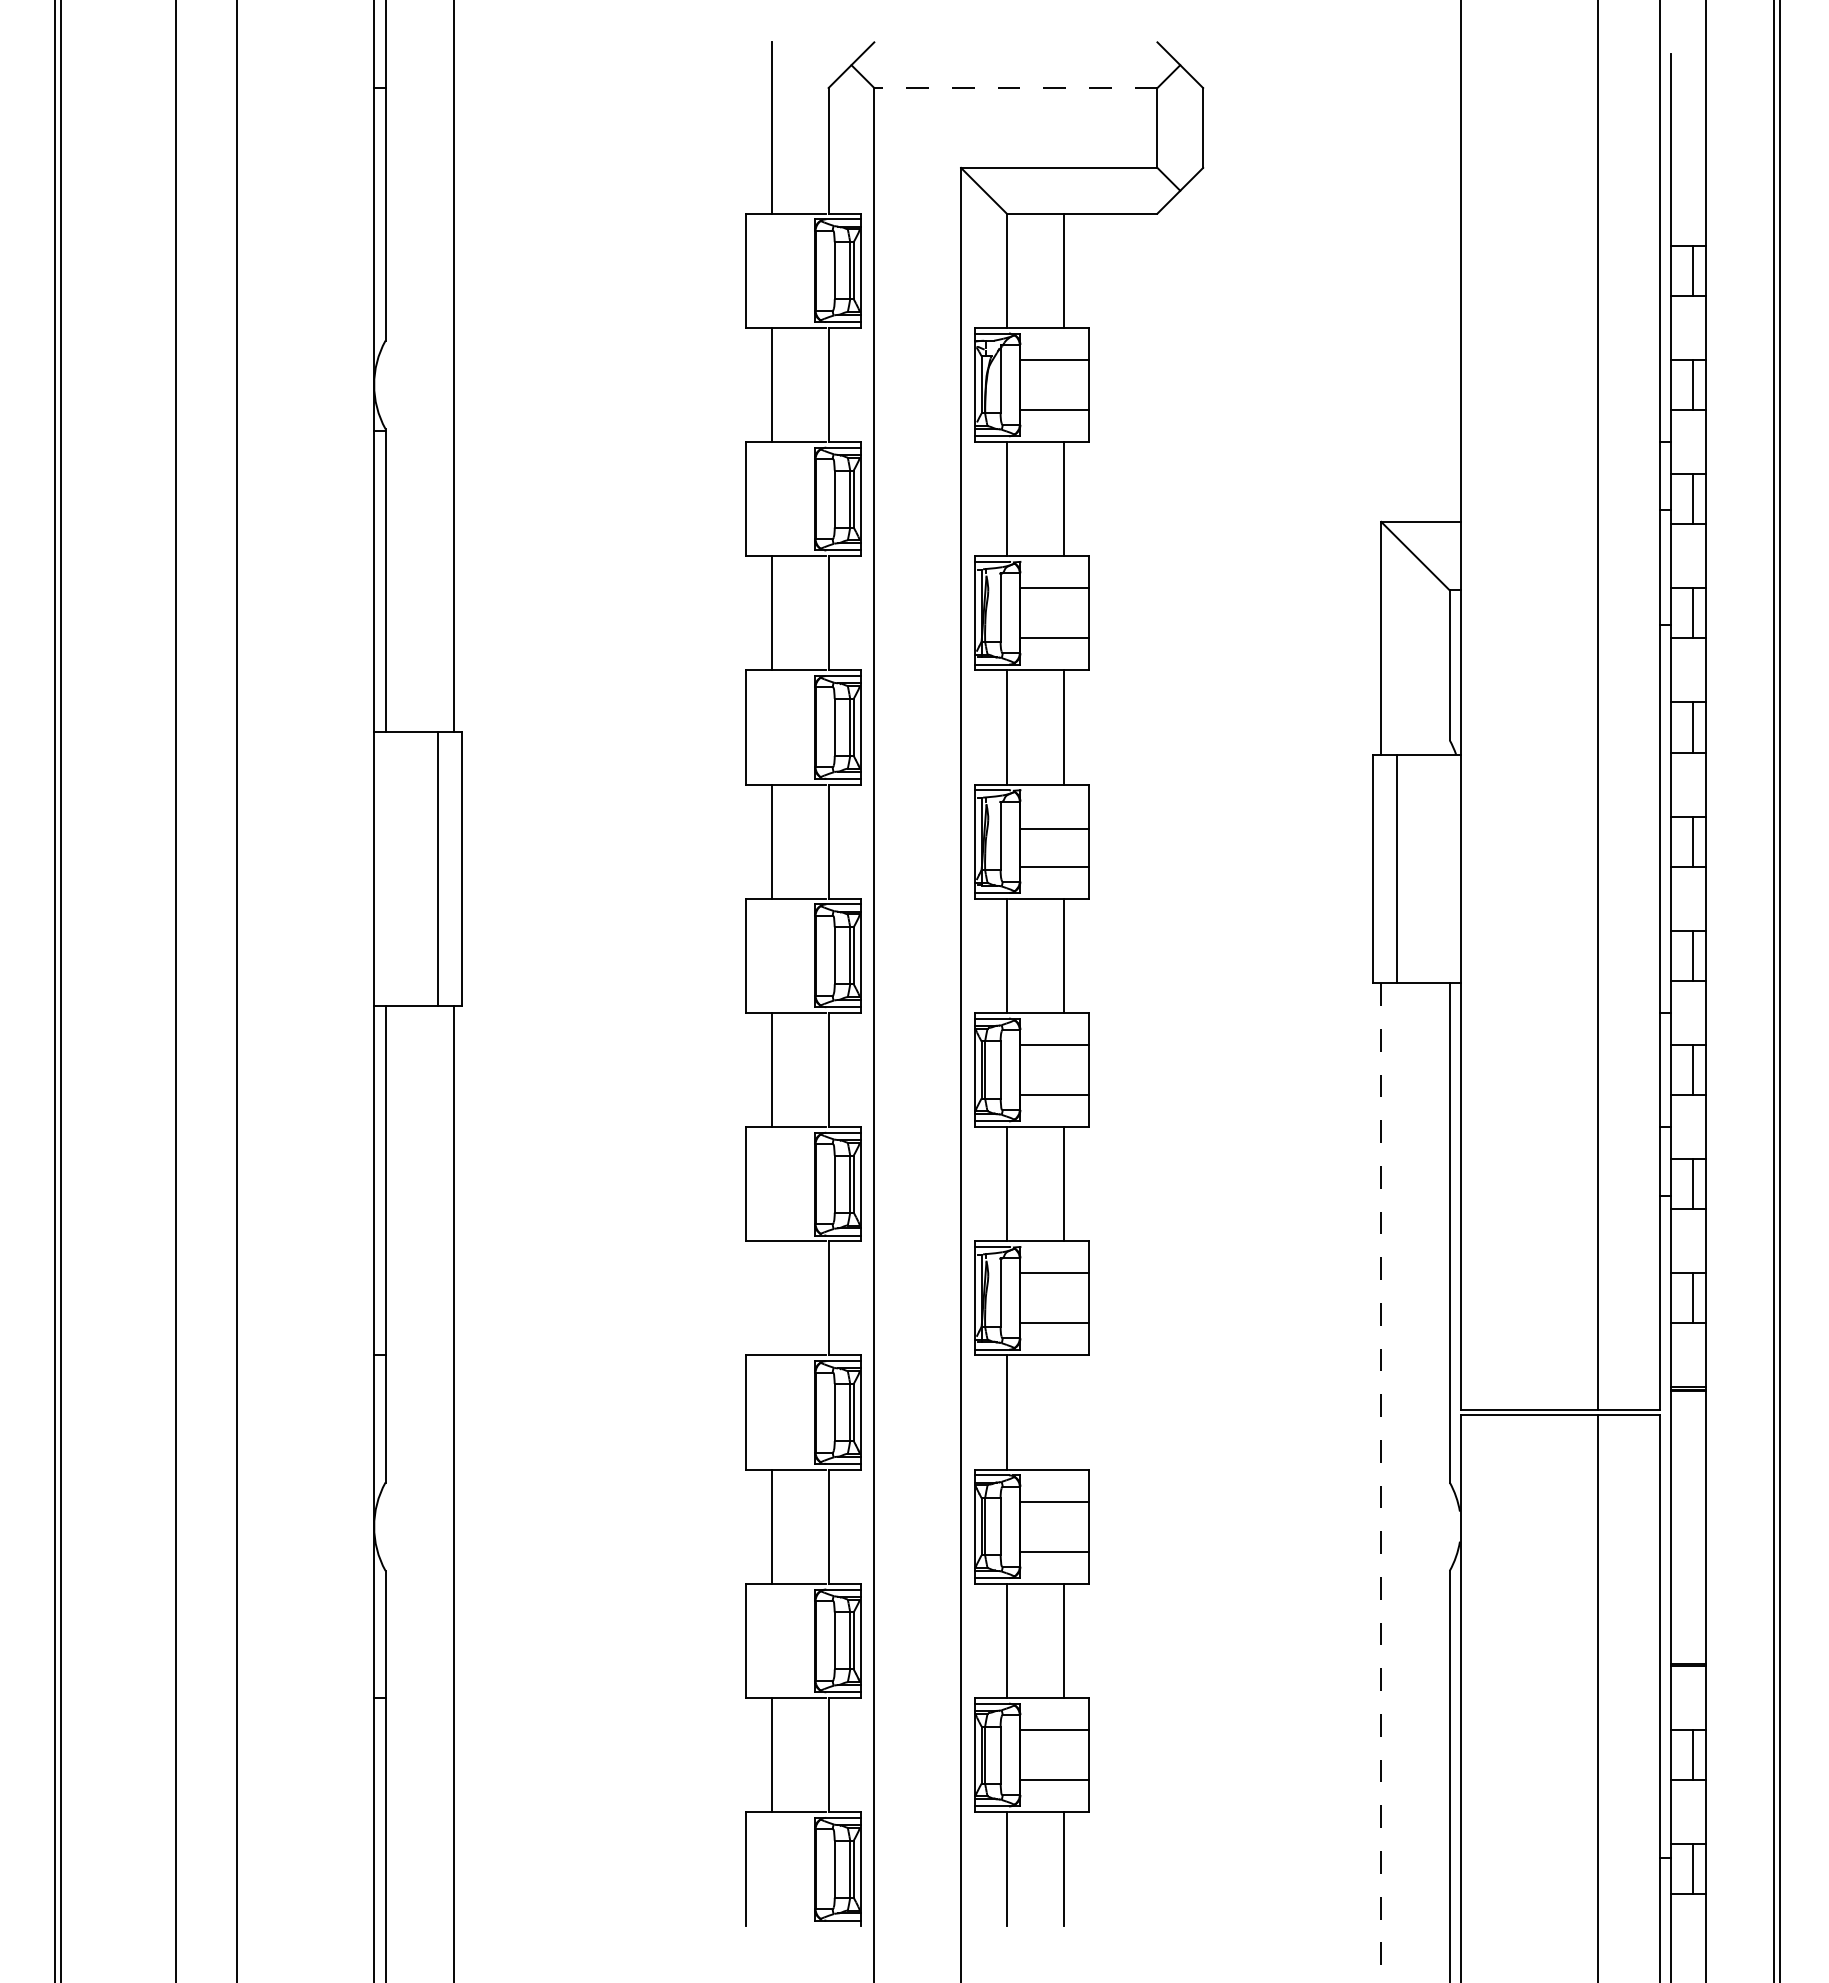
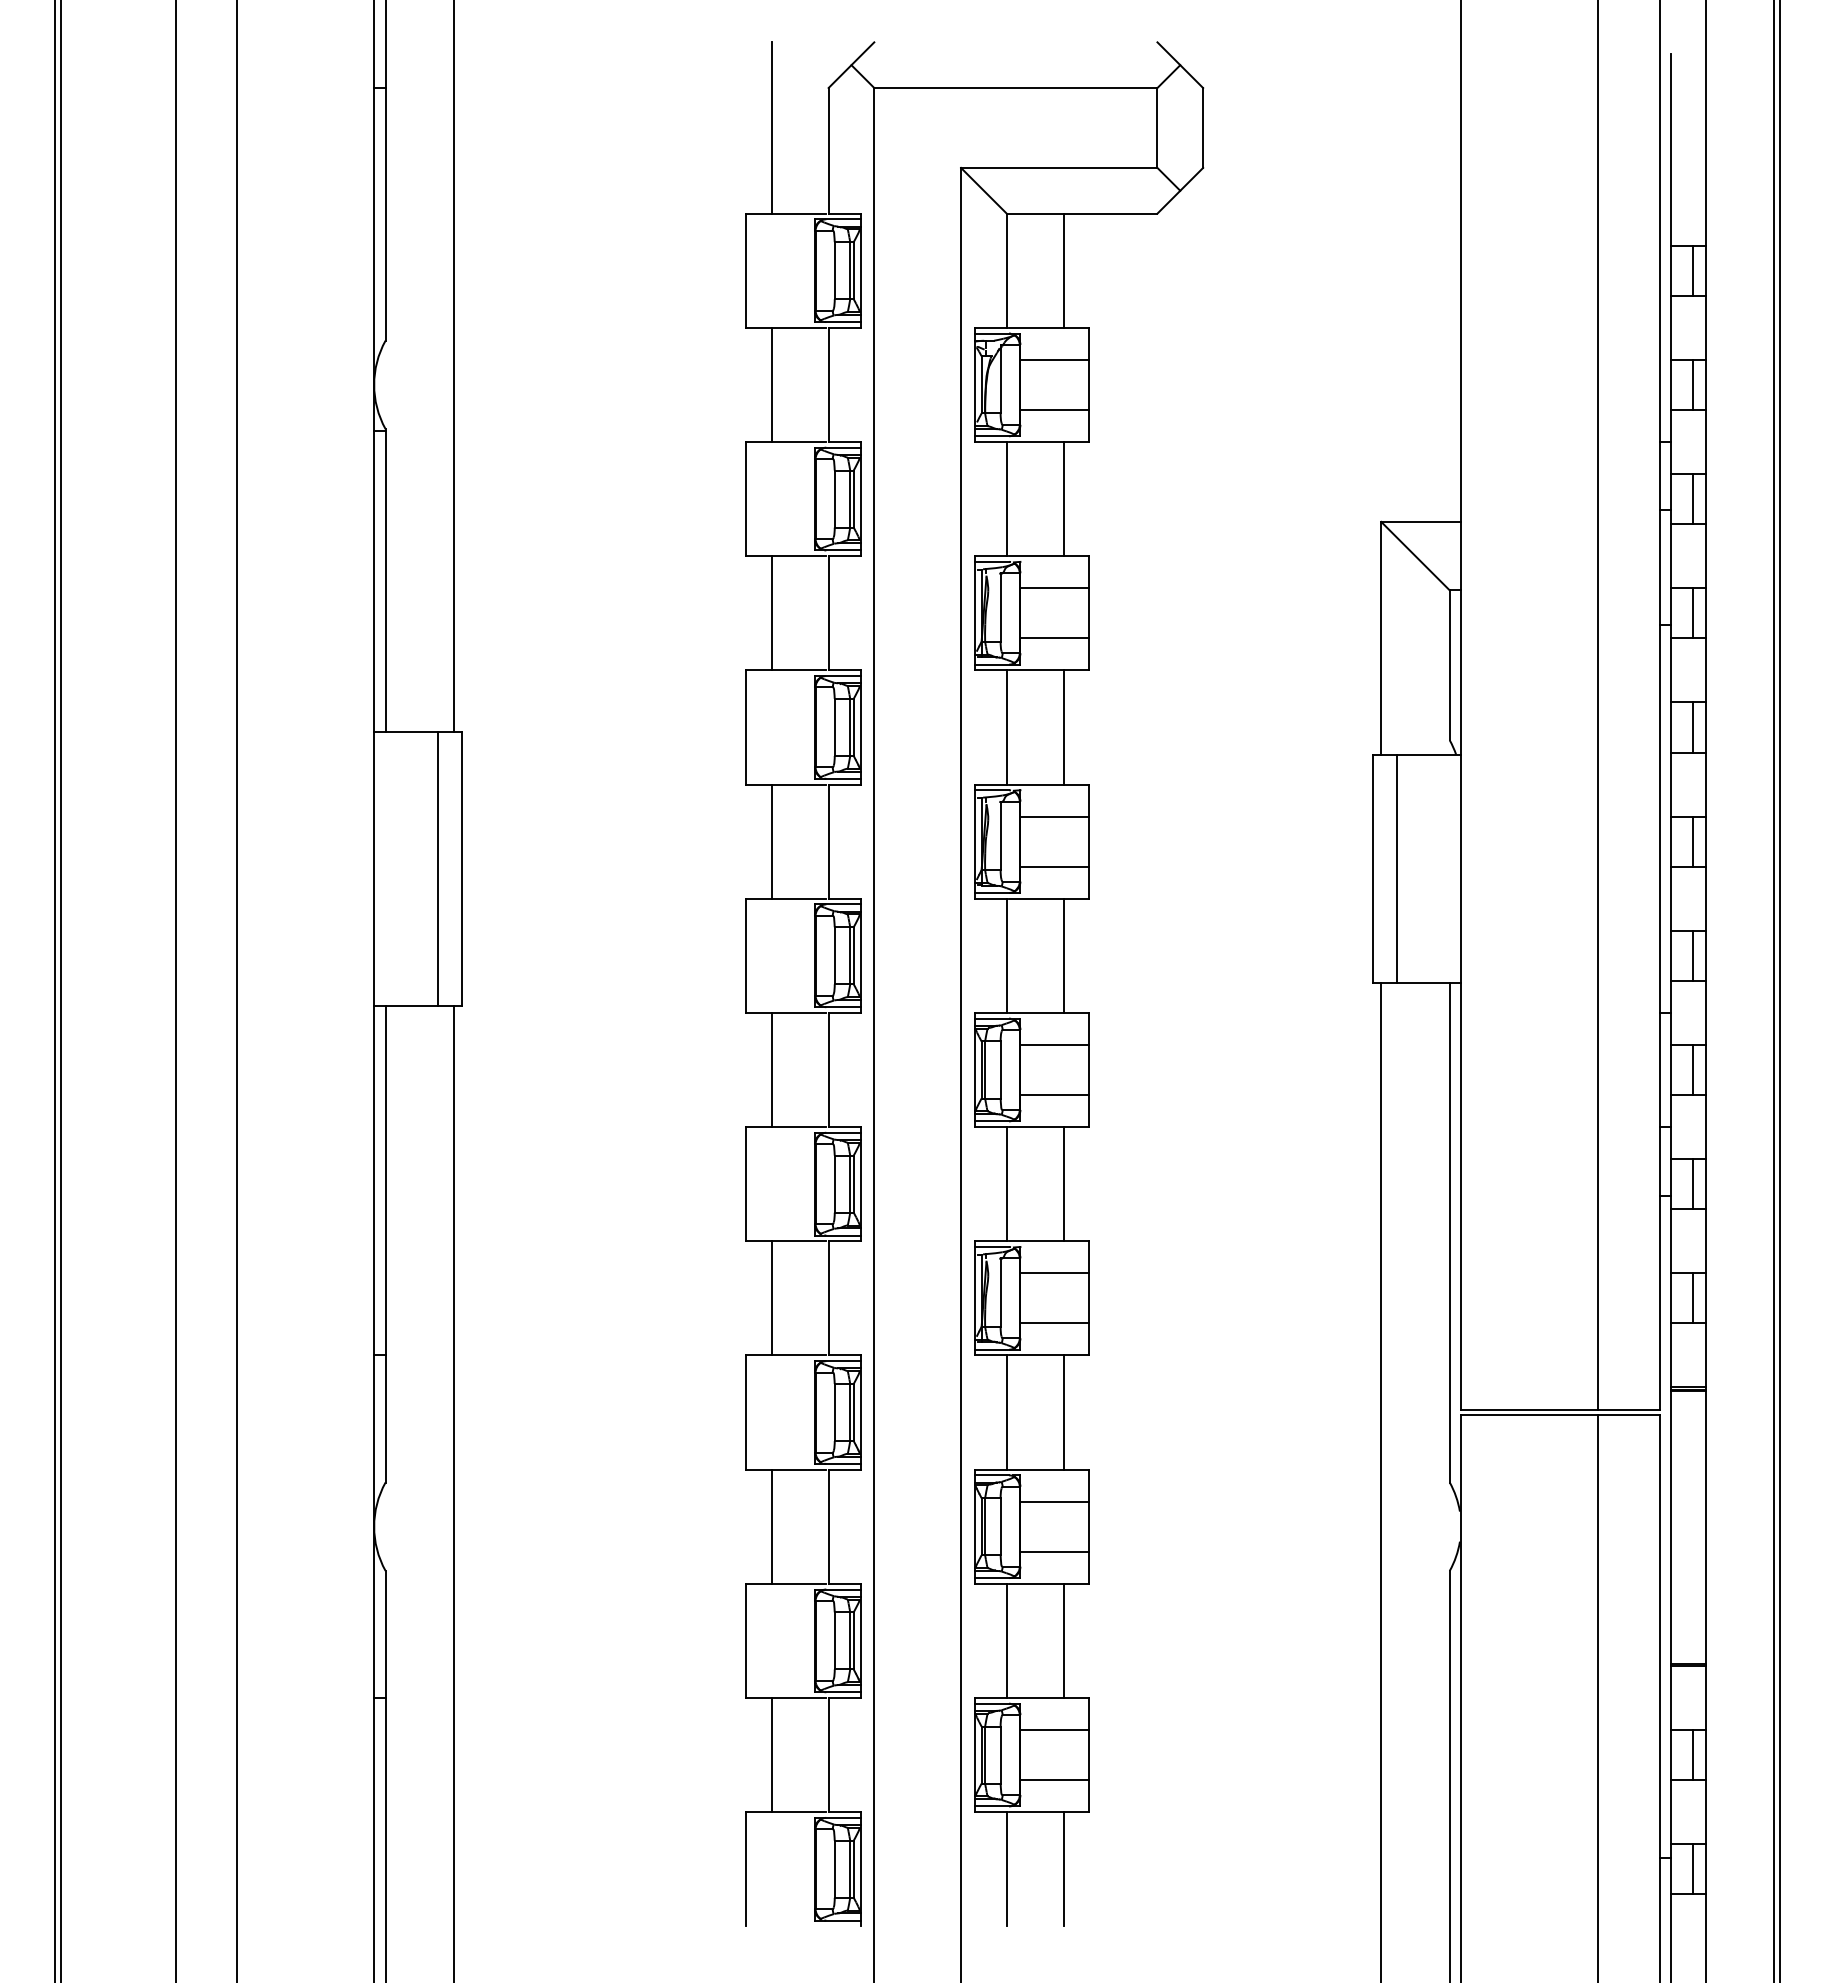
line at (1015, 88): dashed -> solid
line at (1054, 828) position: (1054, 828) -> (1054, 816)
line at (771, 1298): none -> present
line at (1063, 1412): none -> present
line at (1381, 1482): dashed -> solid
